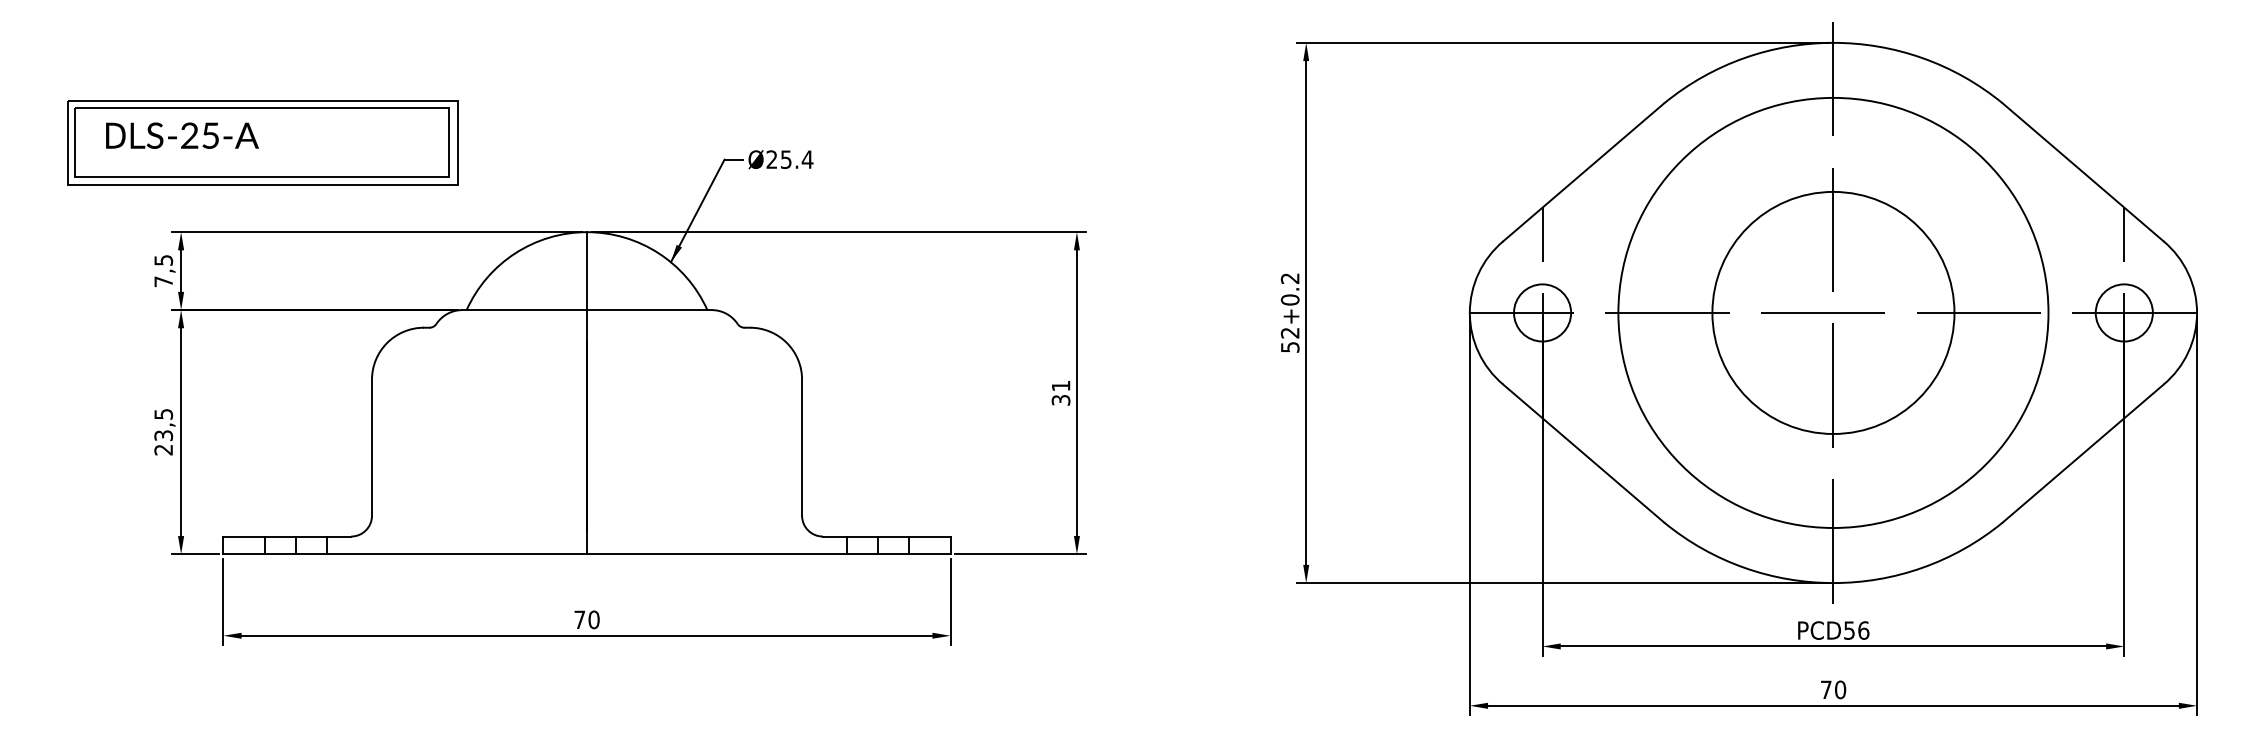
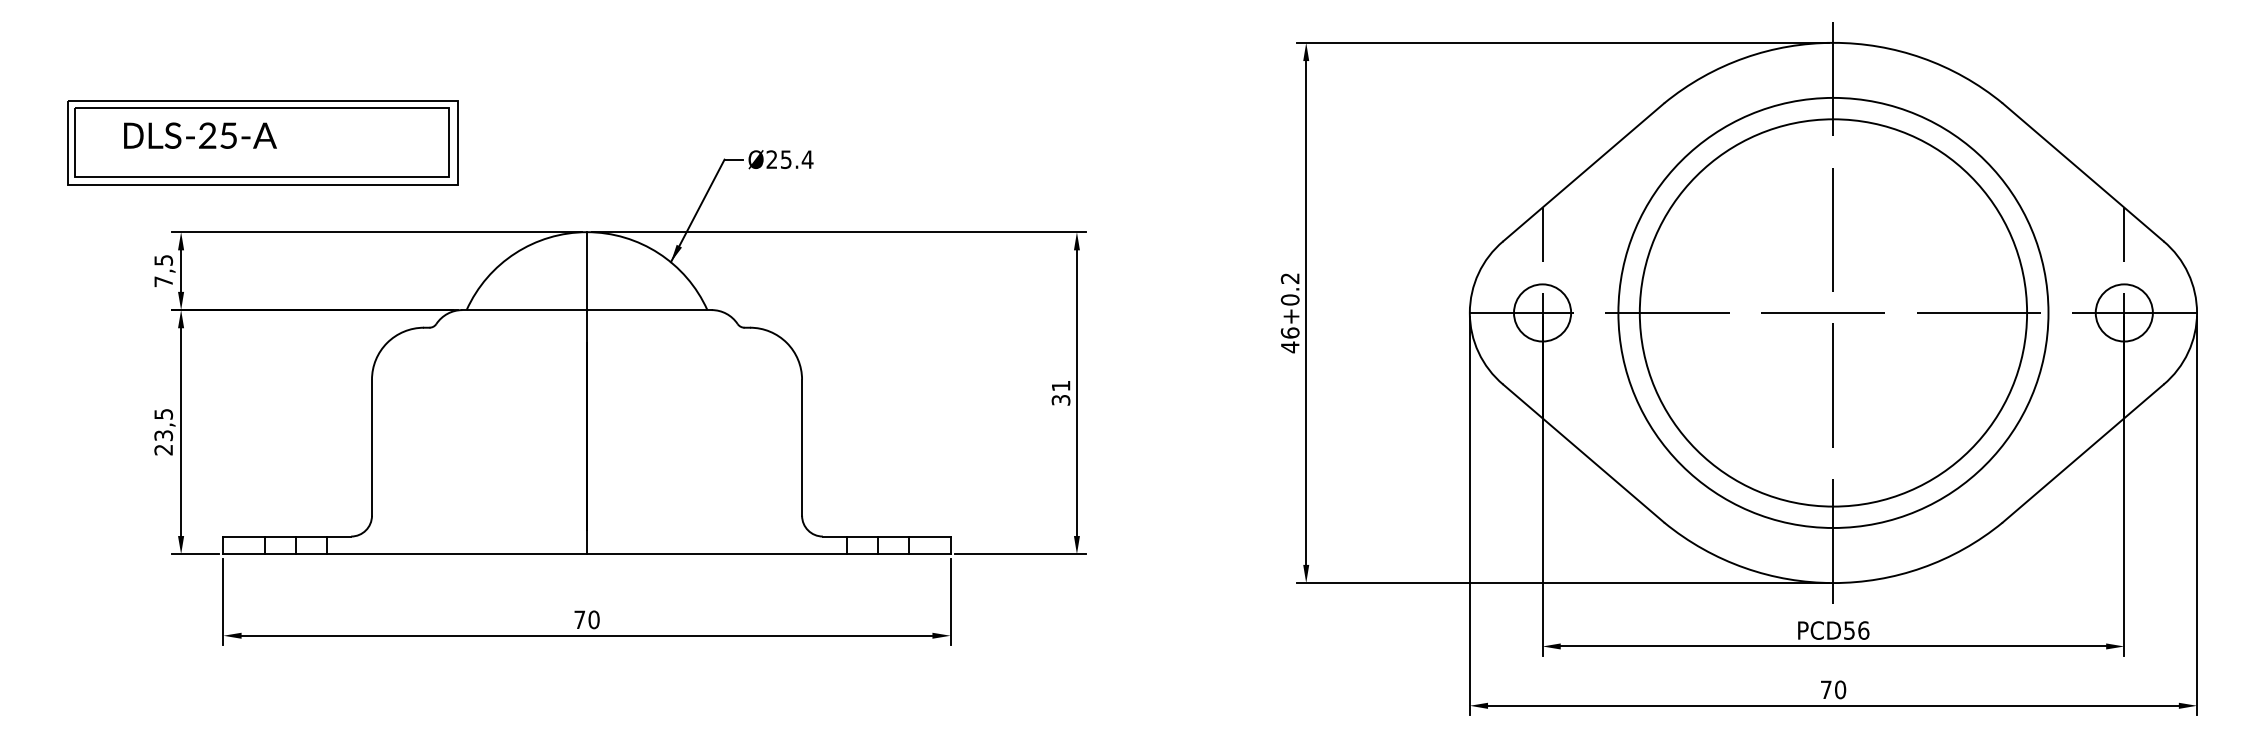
text at (182, 135) position: (182, 135) -> (200, 135)
circle at (1833, 312) diameter: 242 px -> 387 px
text at (1289, 340): 52+0.2 -> 46+0.2
